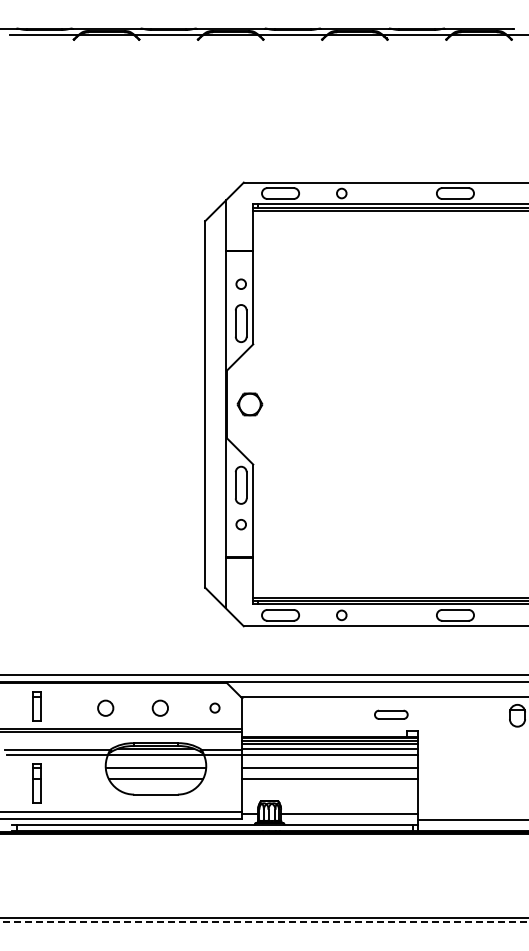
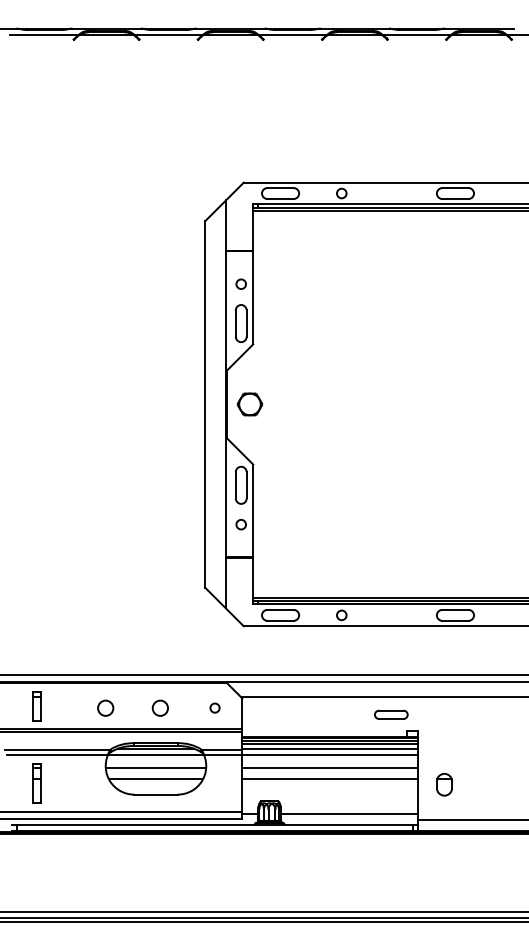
part at (517, 715) position: (517, 715) -> (444, 784)
line at (263, 911): none -> present
line at (264, 922): dashed -> solid
